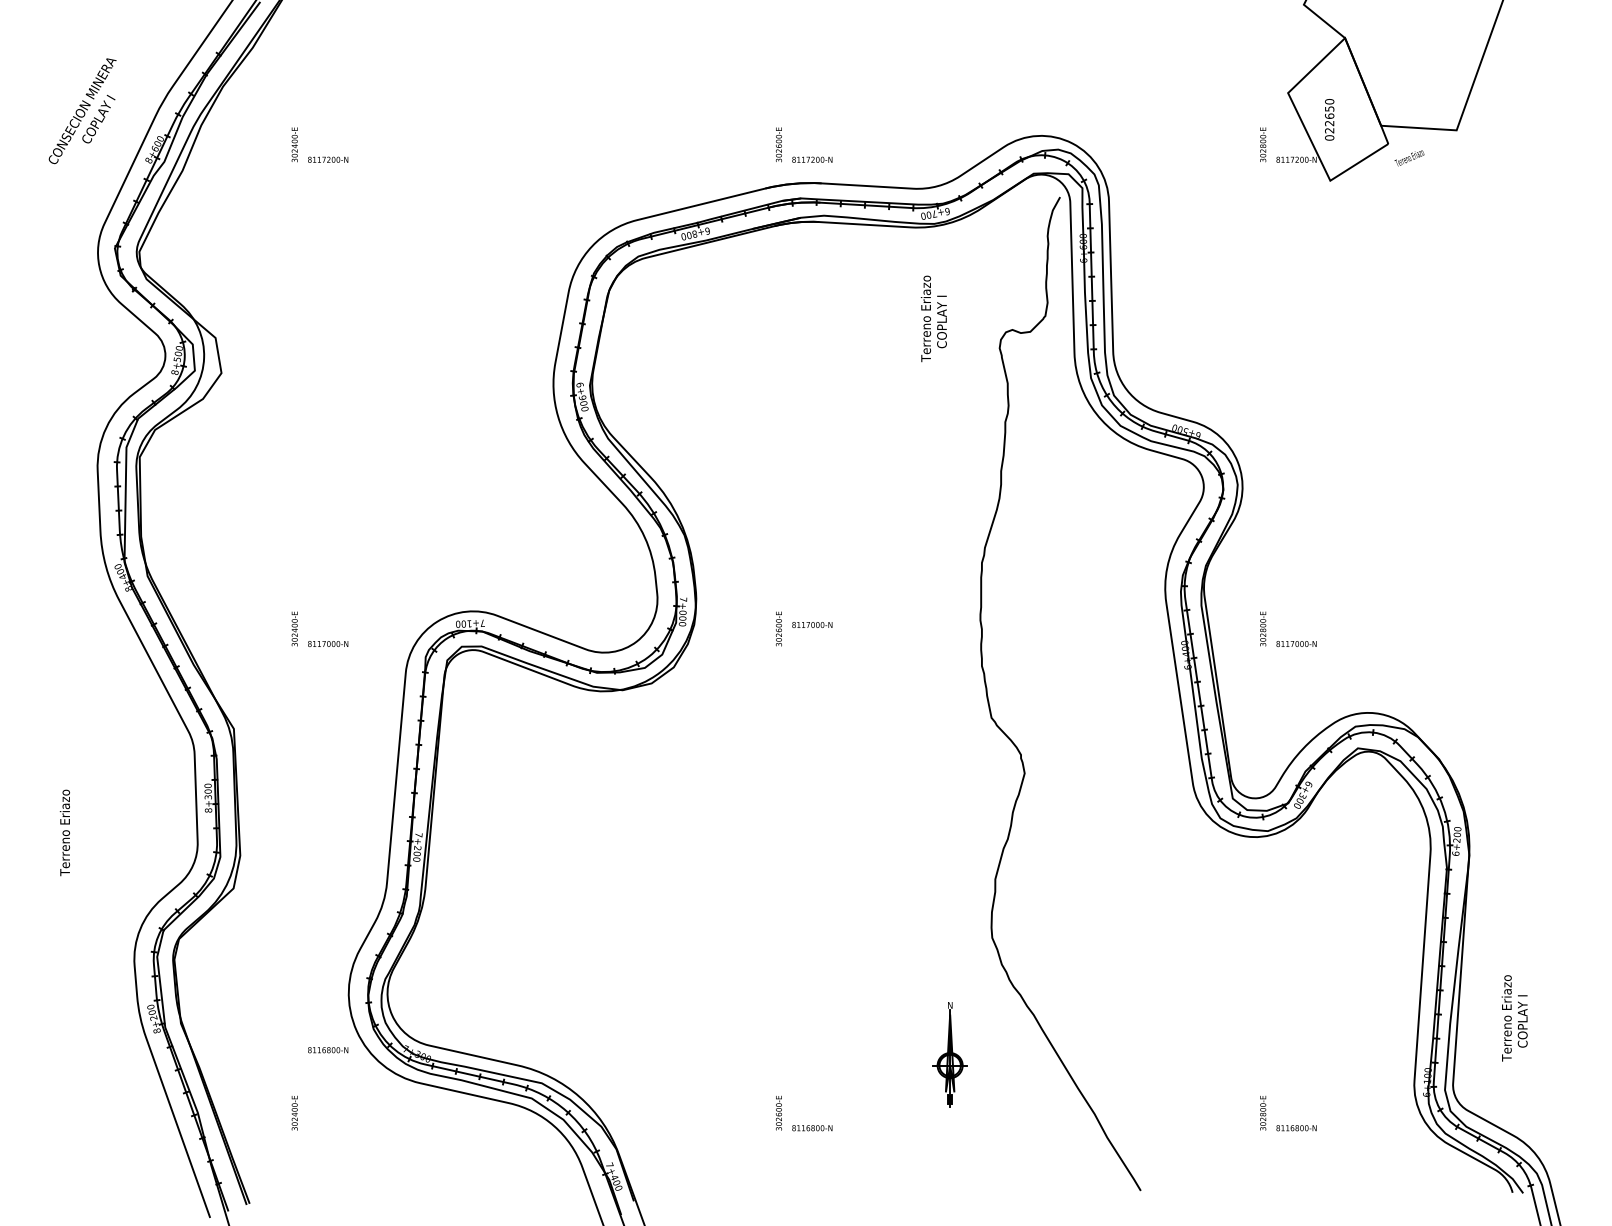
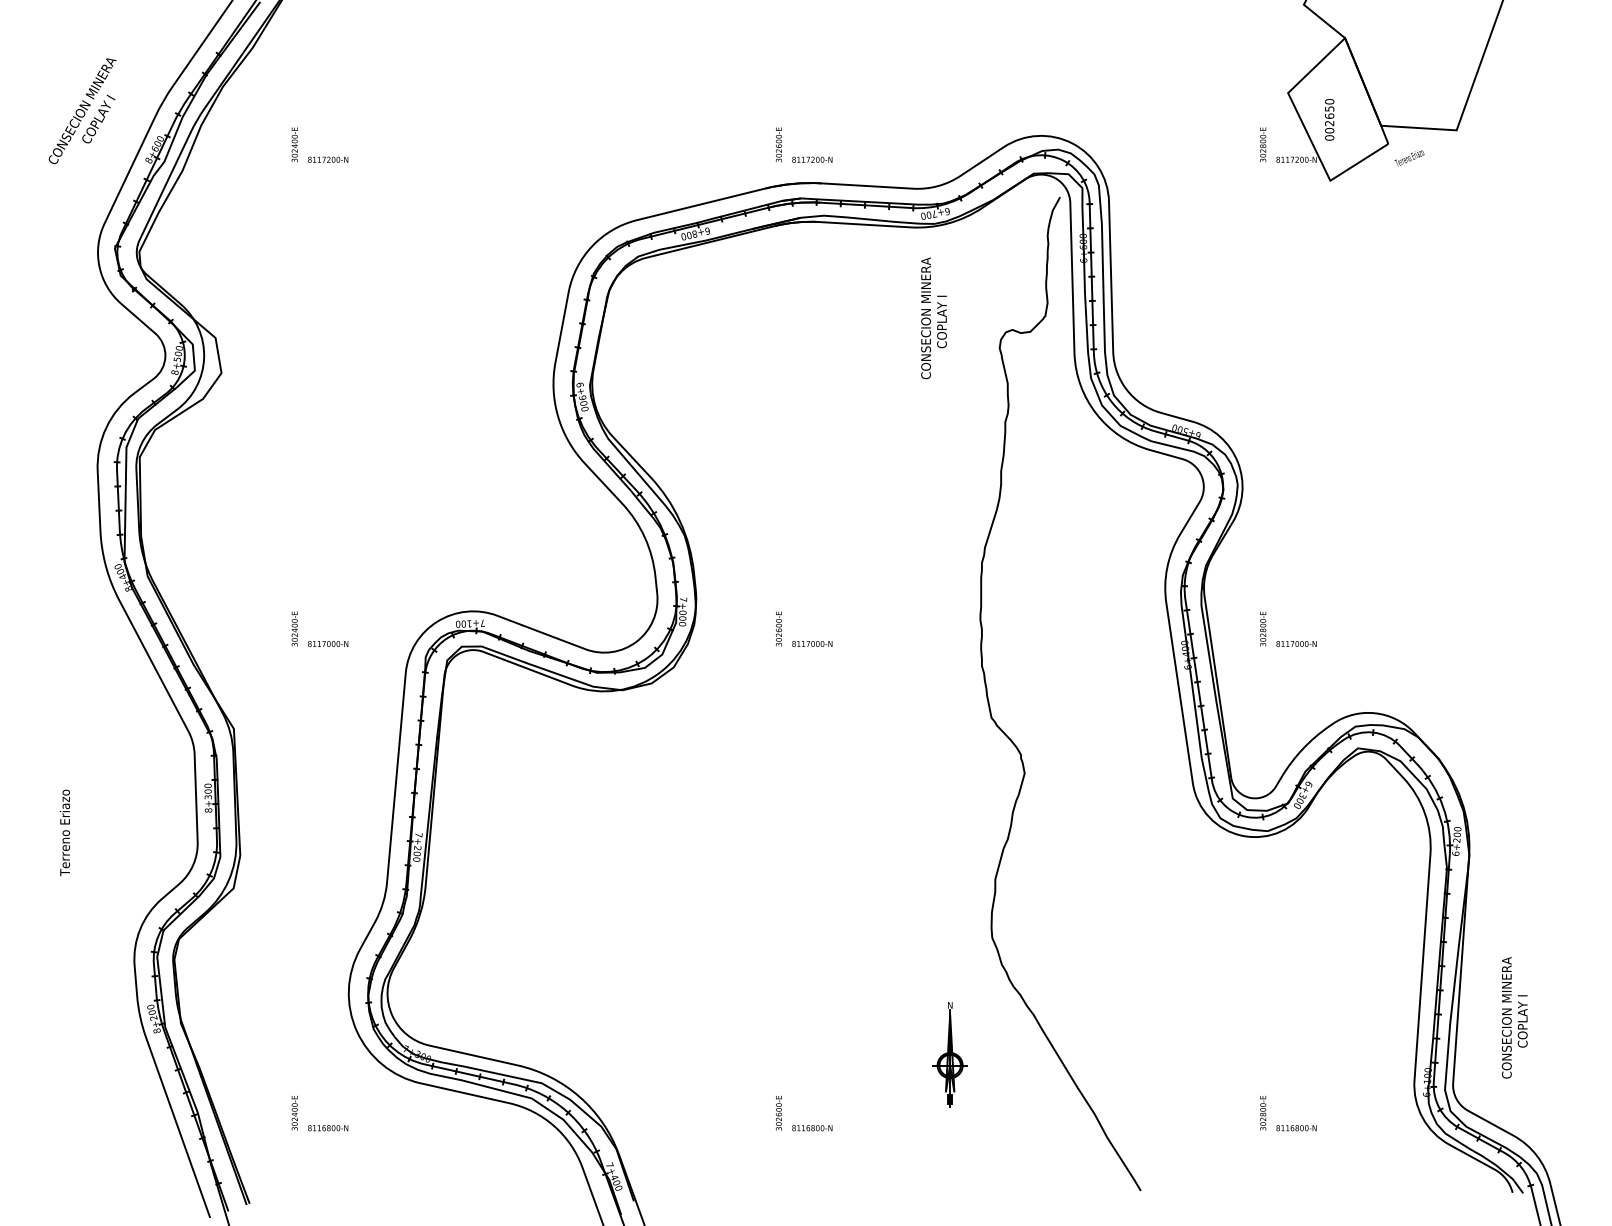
text at (1329, 130): 022650 -> 002650
text at (925, 318): Terreno Eriazo -> CONSECION MINERA
text at (812, 624) position: (812, 624) -> (812, 643)
text at (1506, 1017): Terreno Eriazo -> CONSECION MINERA
text at (328, 1050) position: (328, 1050) -> (328, 1128)
